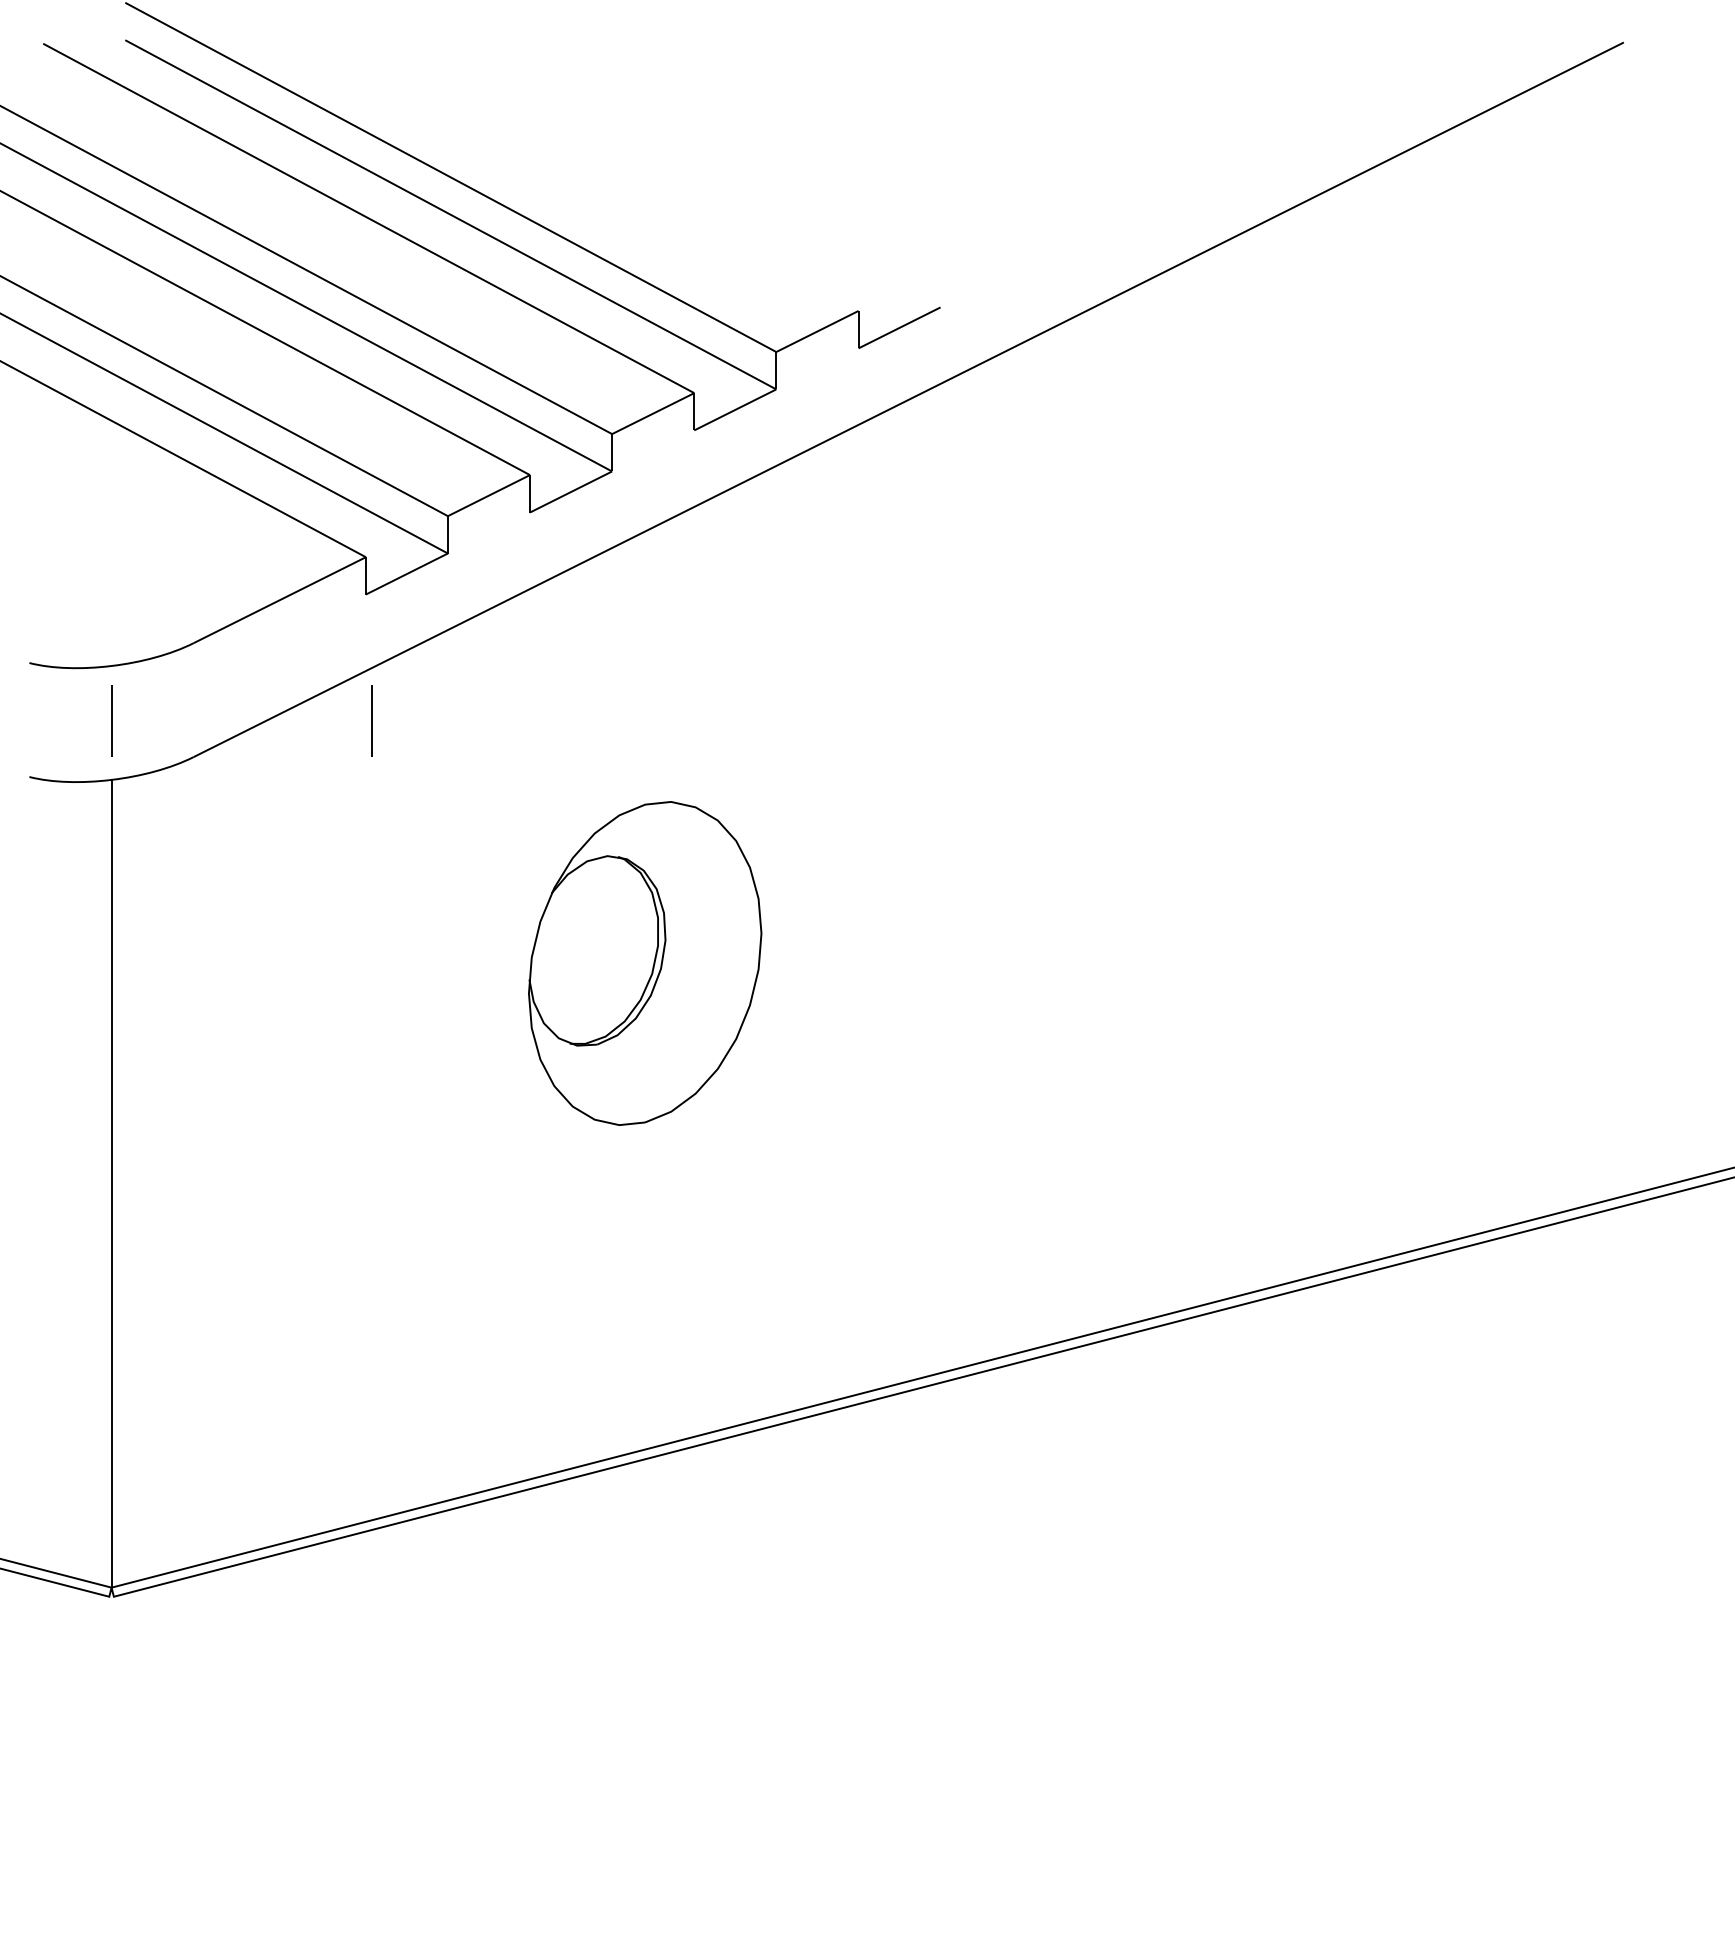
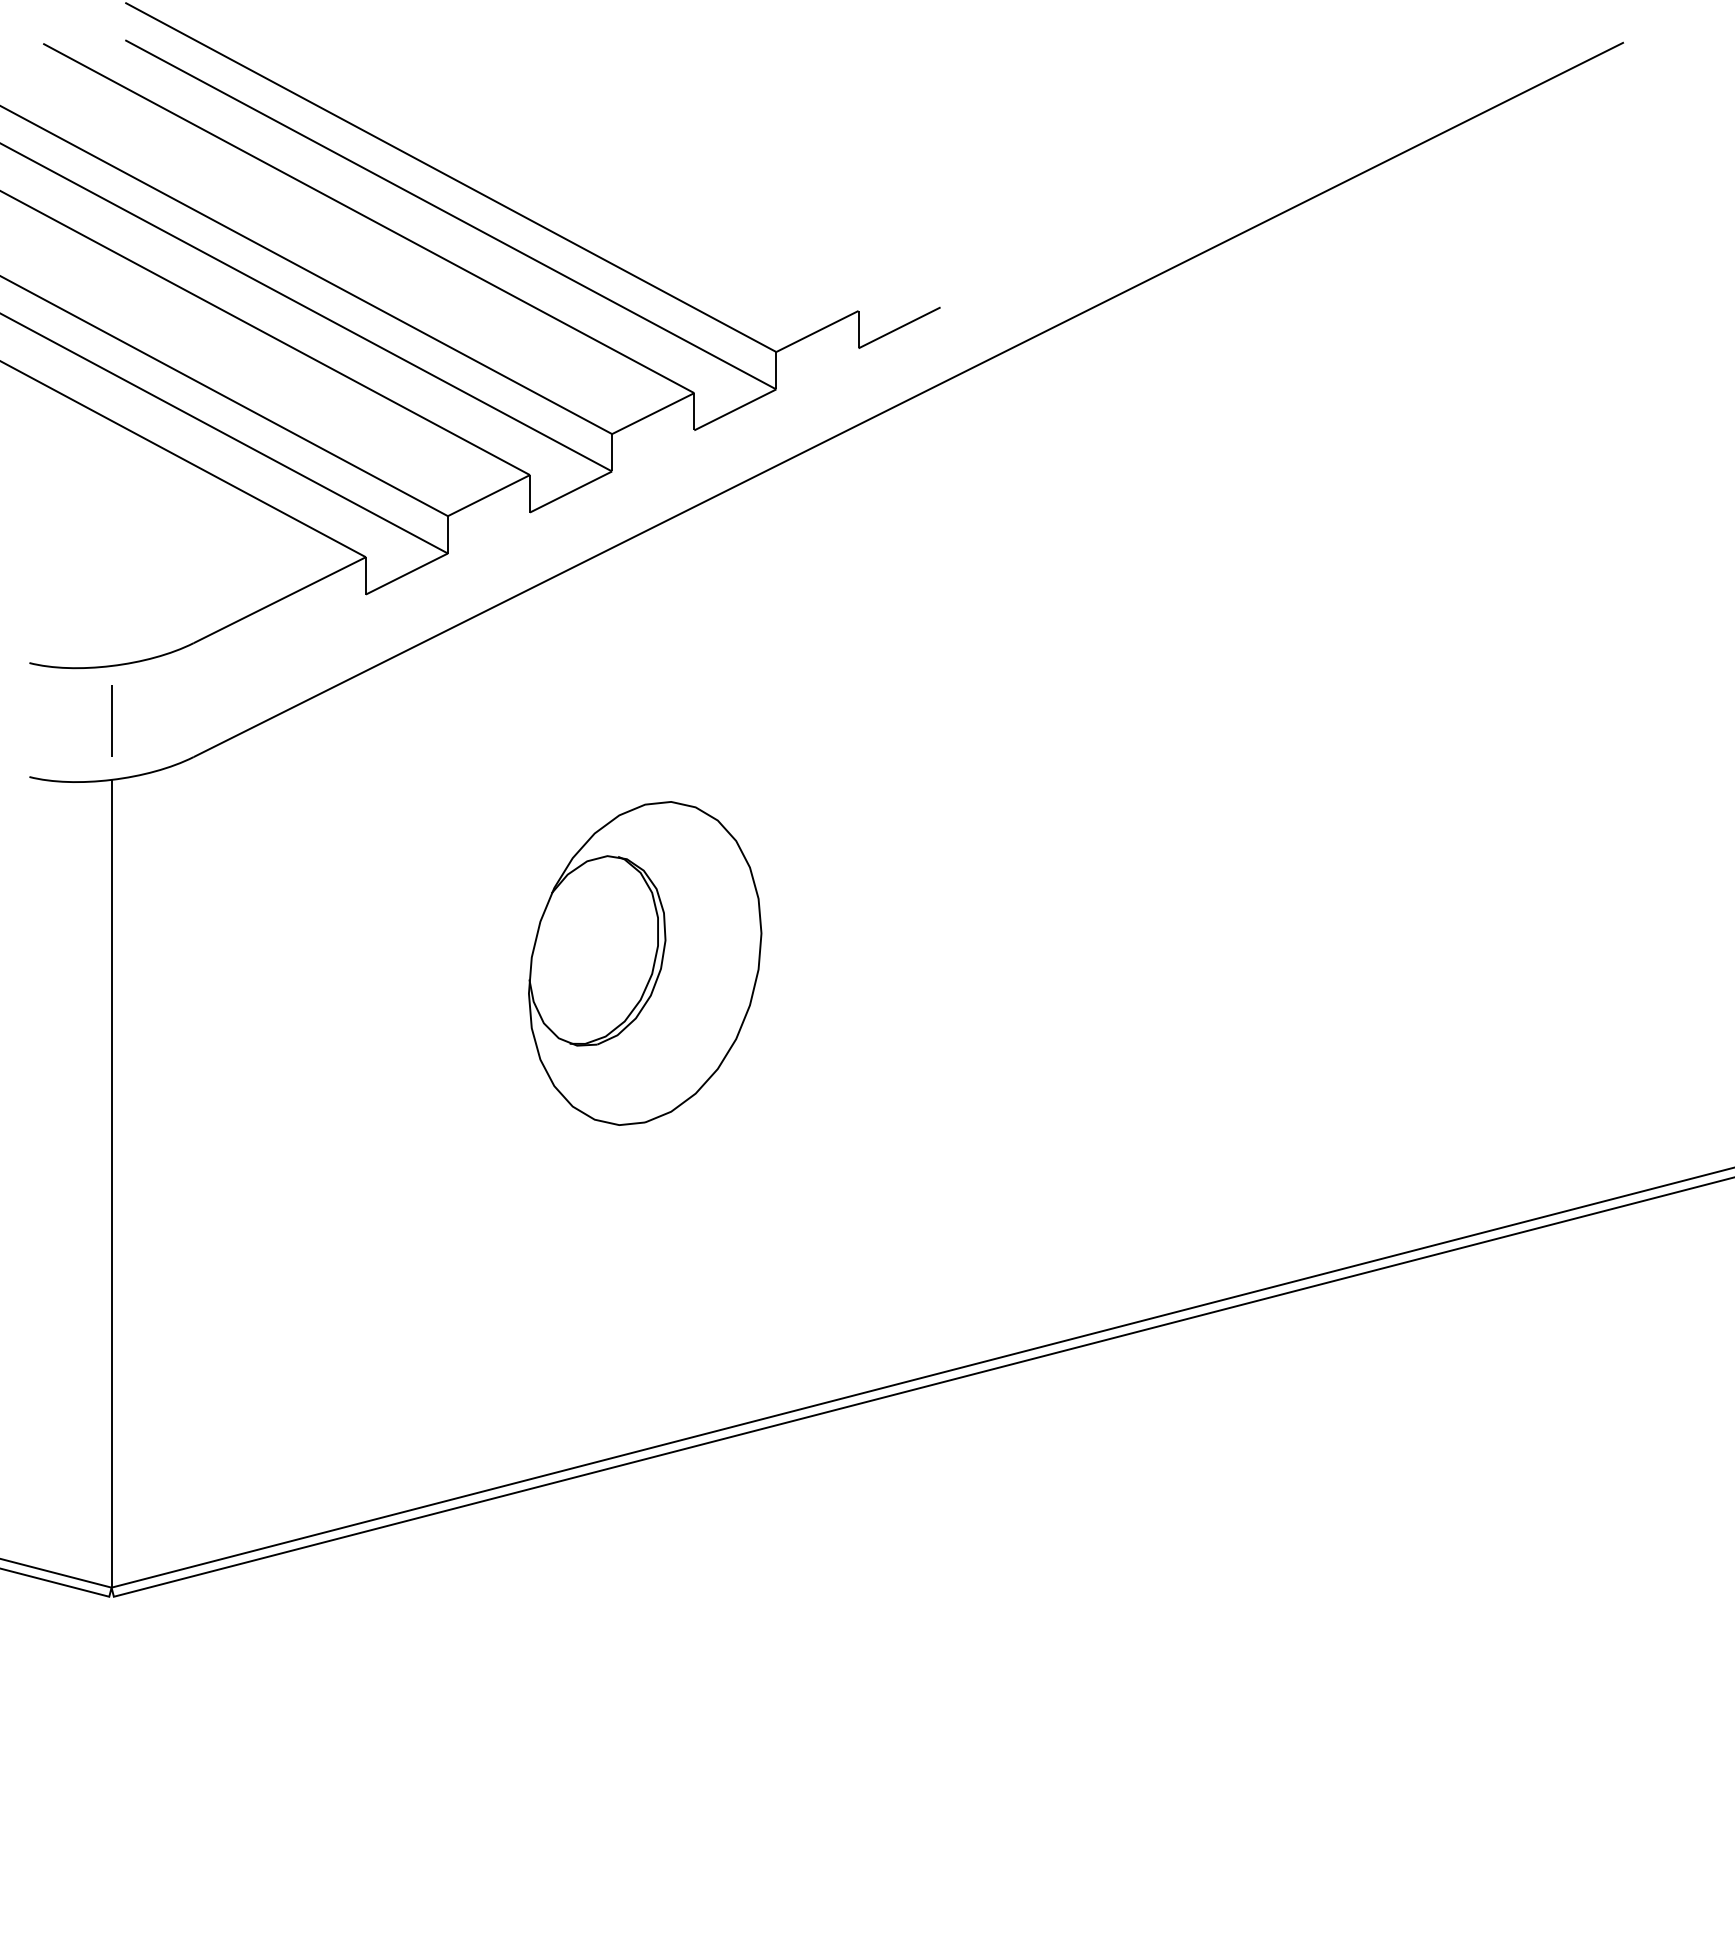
line at (371, 720): present -> none
